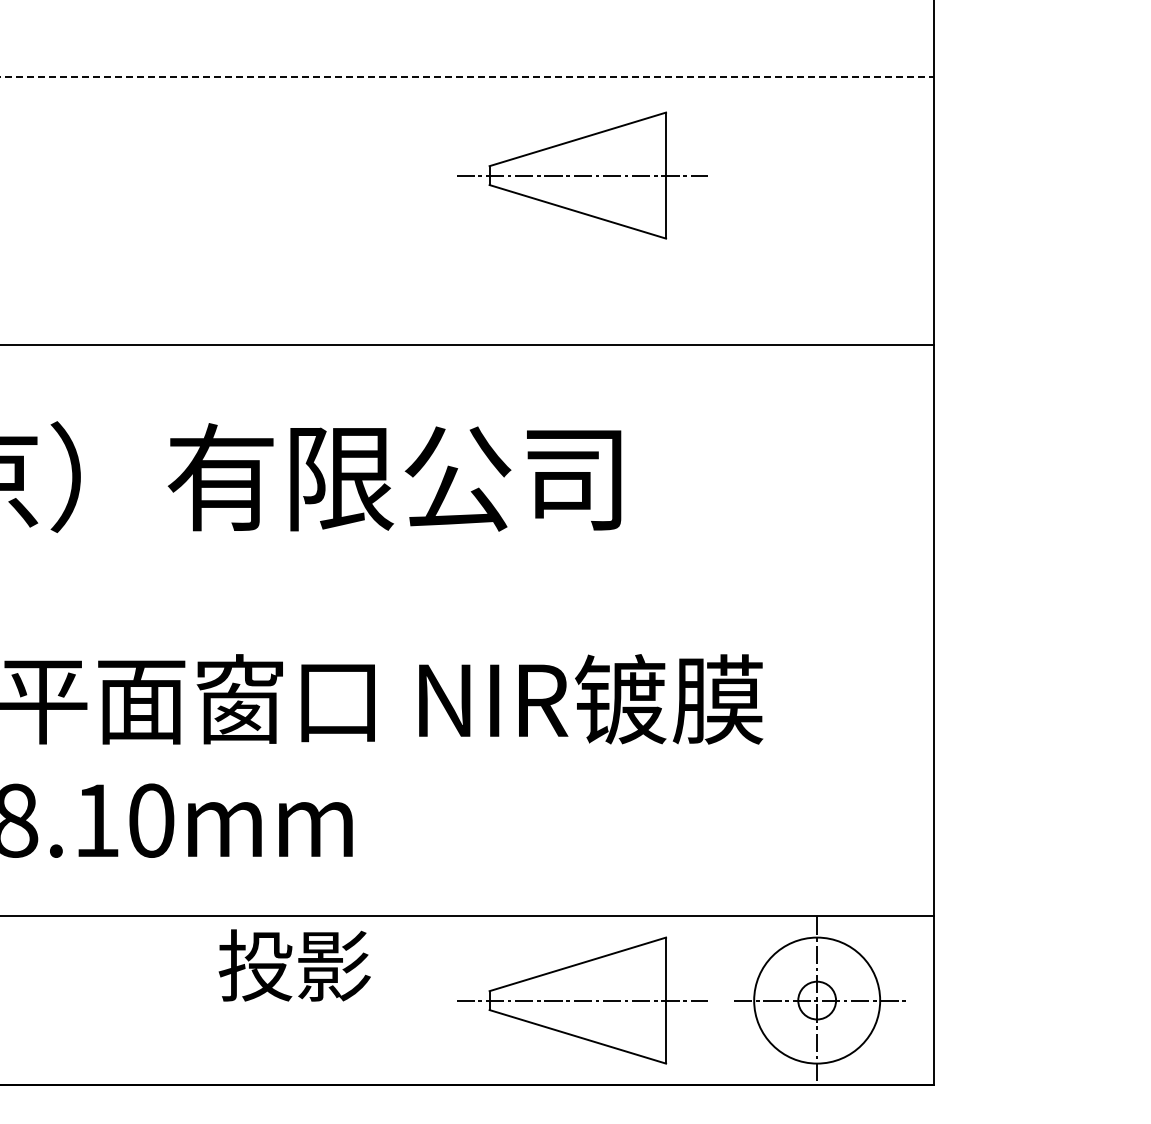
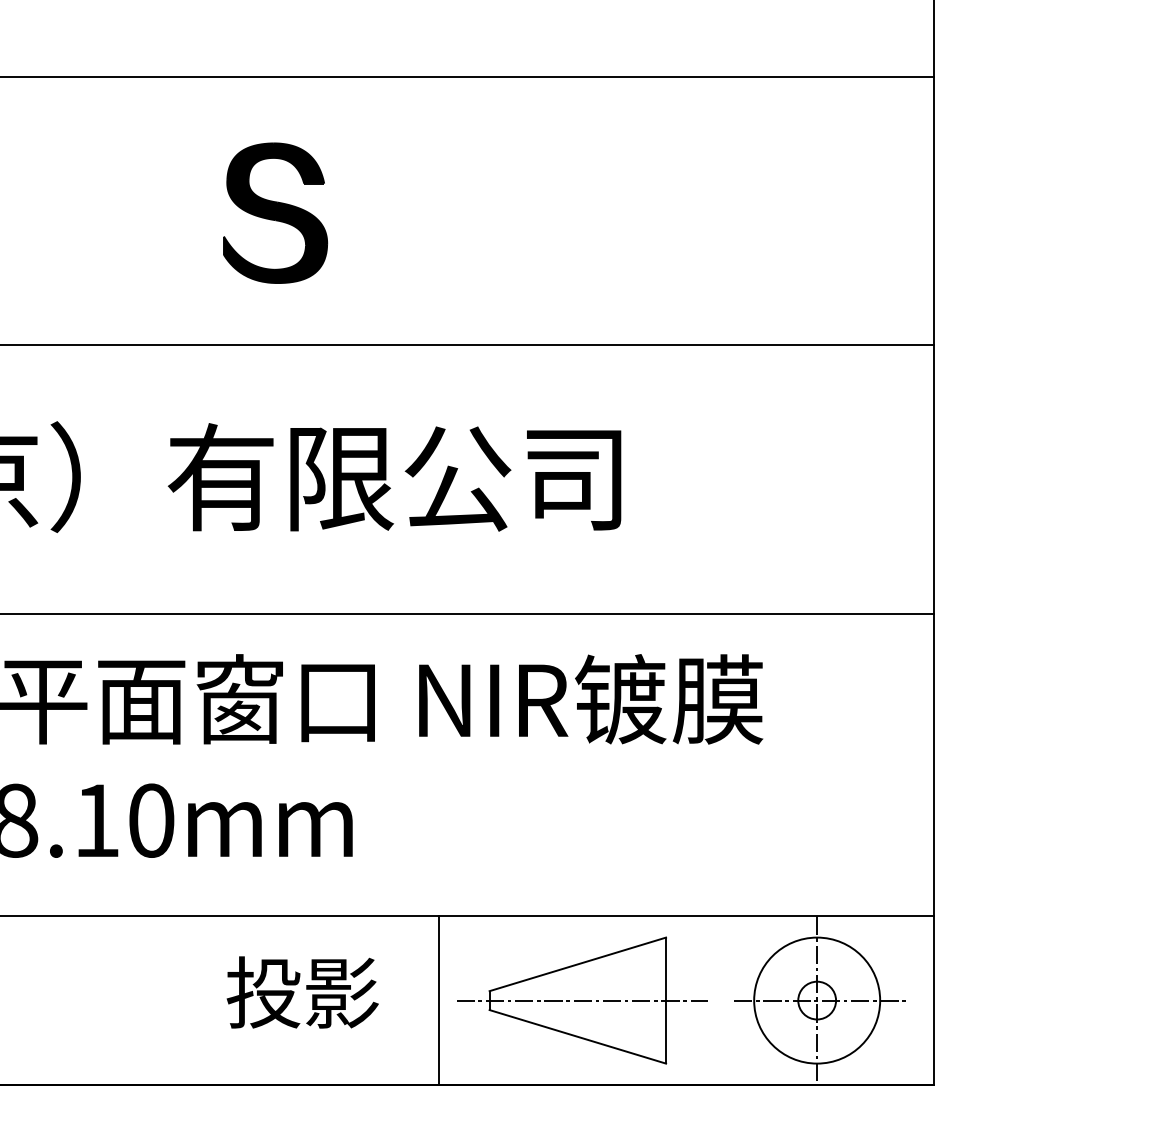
line at (466, 76): dashed -> solid
part at (582, 175): present -> none
part at (275, 212): none -> present
line at (467, 614): none -> present
text at (294, 965) position: (294, 965) -> (302, 992)
line at (438, 1000): none -> present
